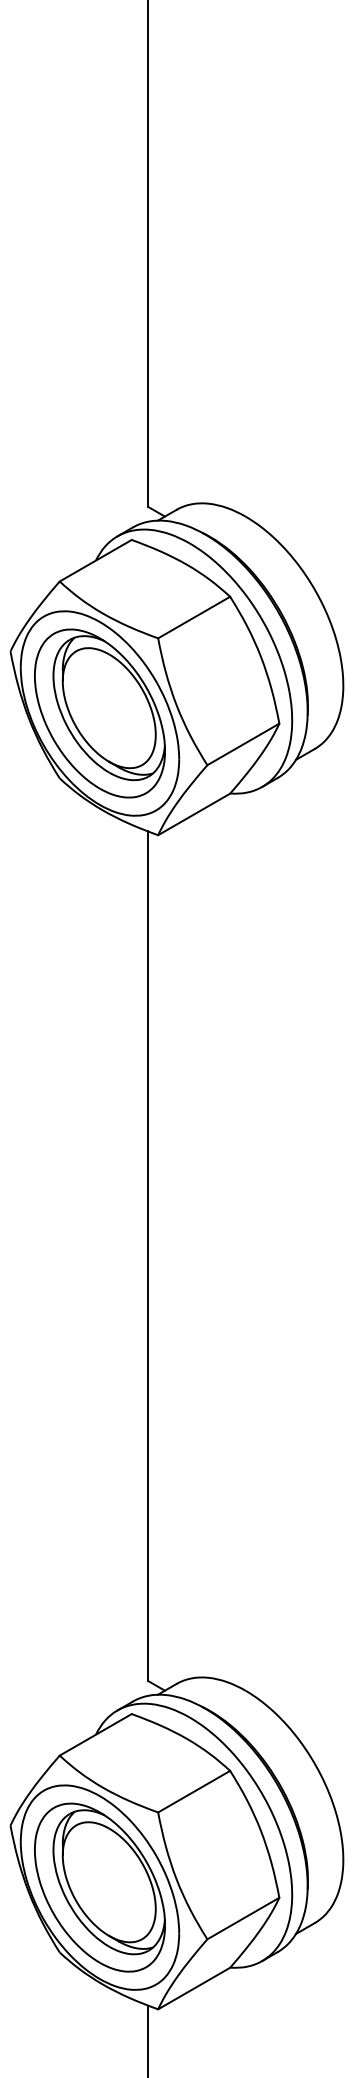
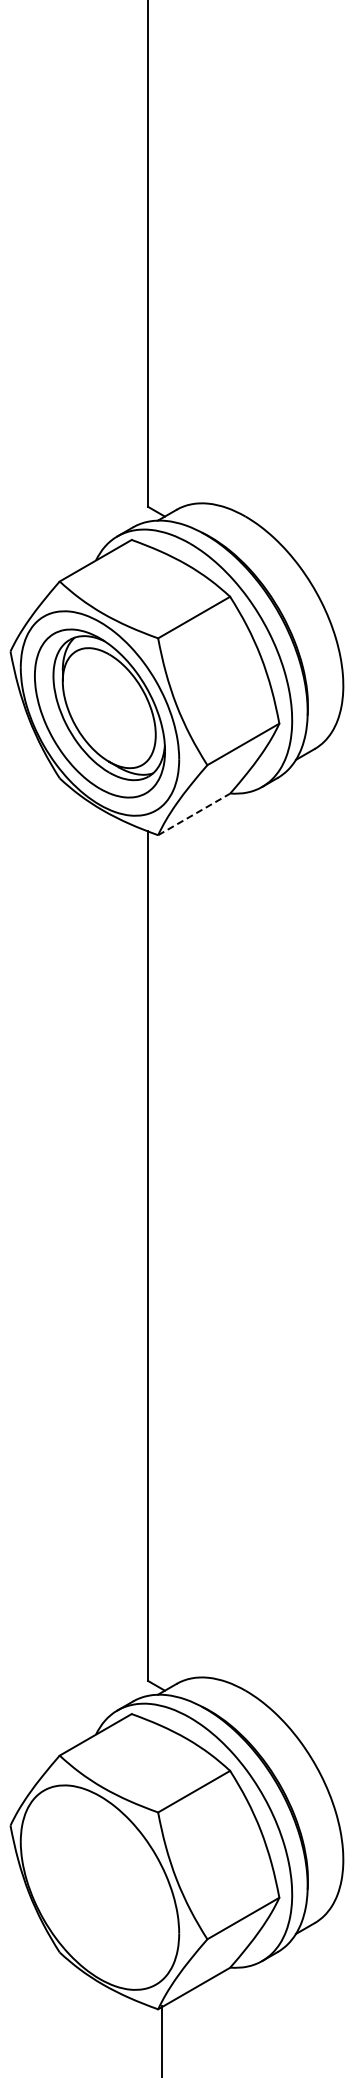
line at (194, 814): solid -> dashed
part at (99, 1887): present -> none
line at (148, 2039) position: (148, 2039) -> (162, 2039)
